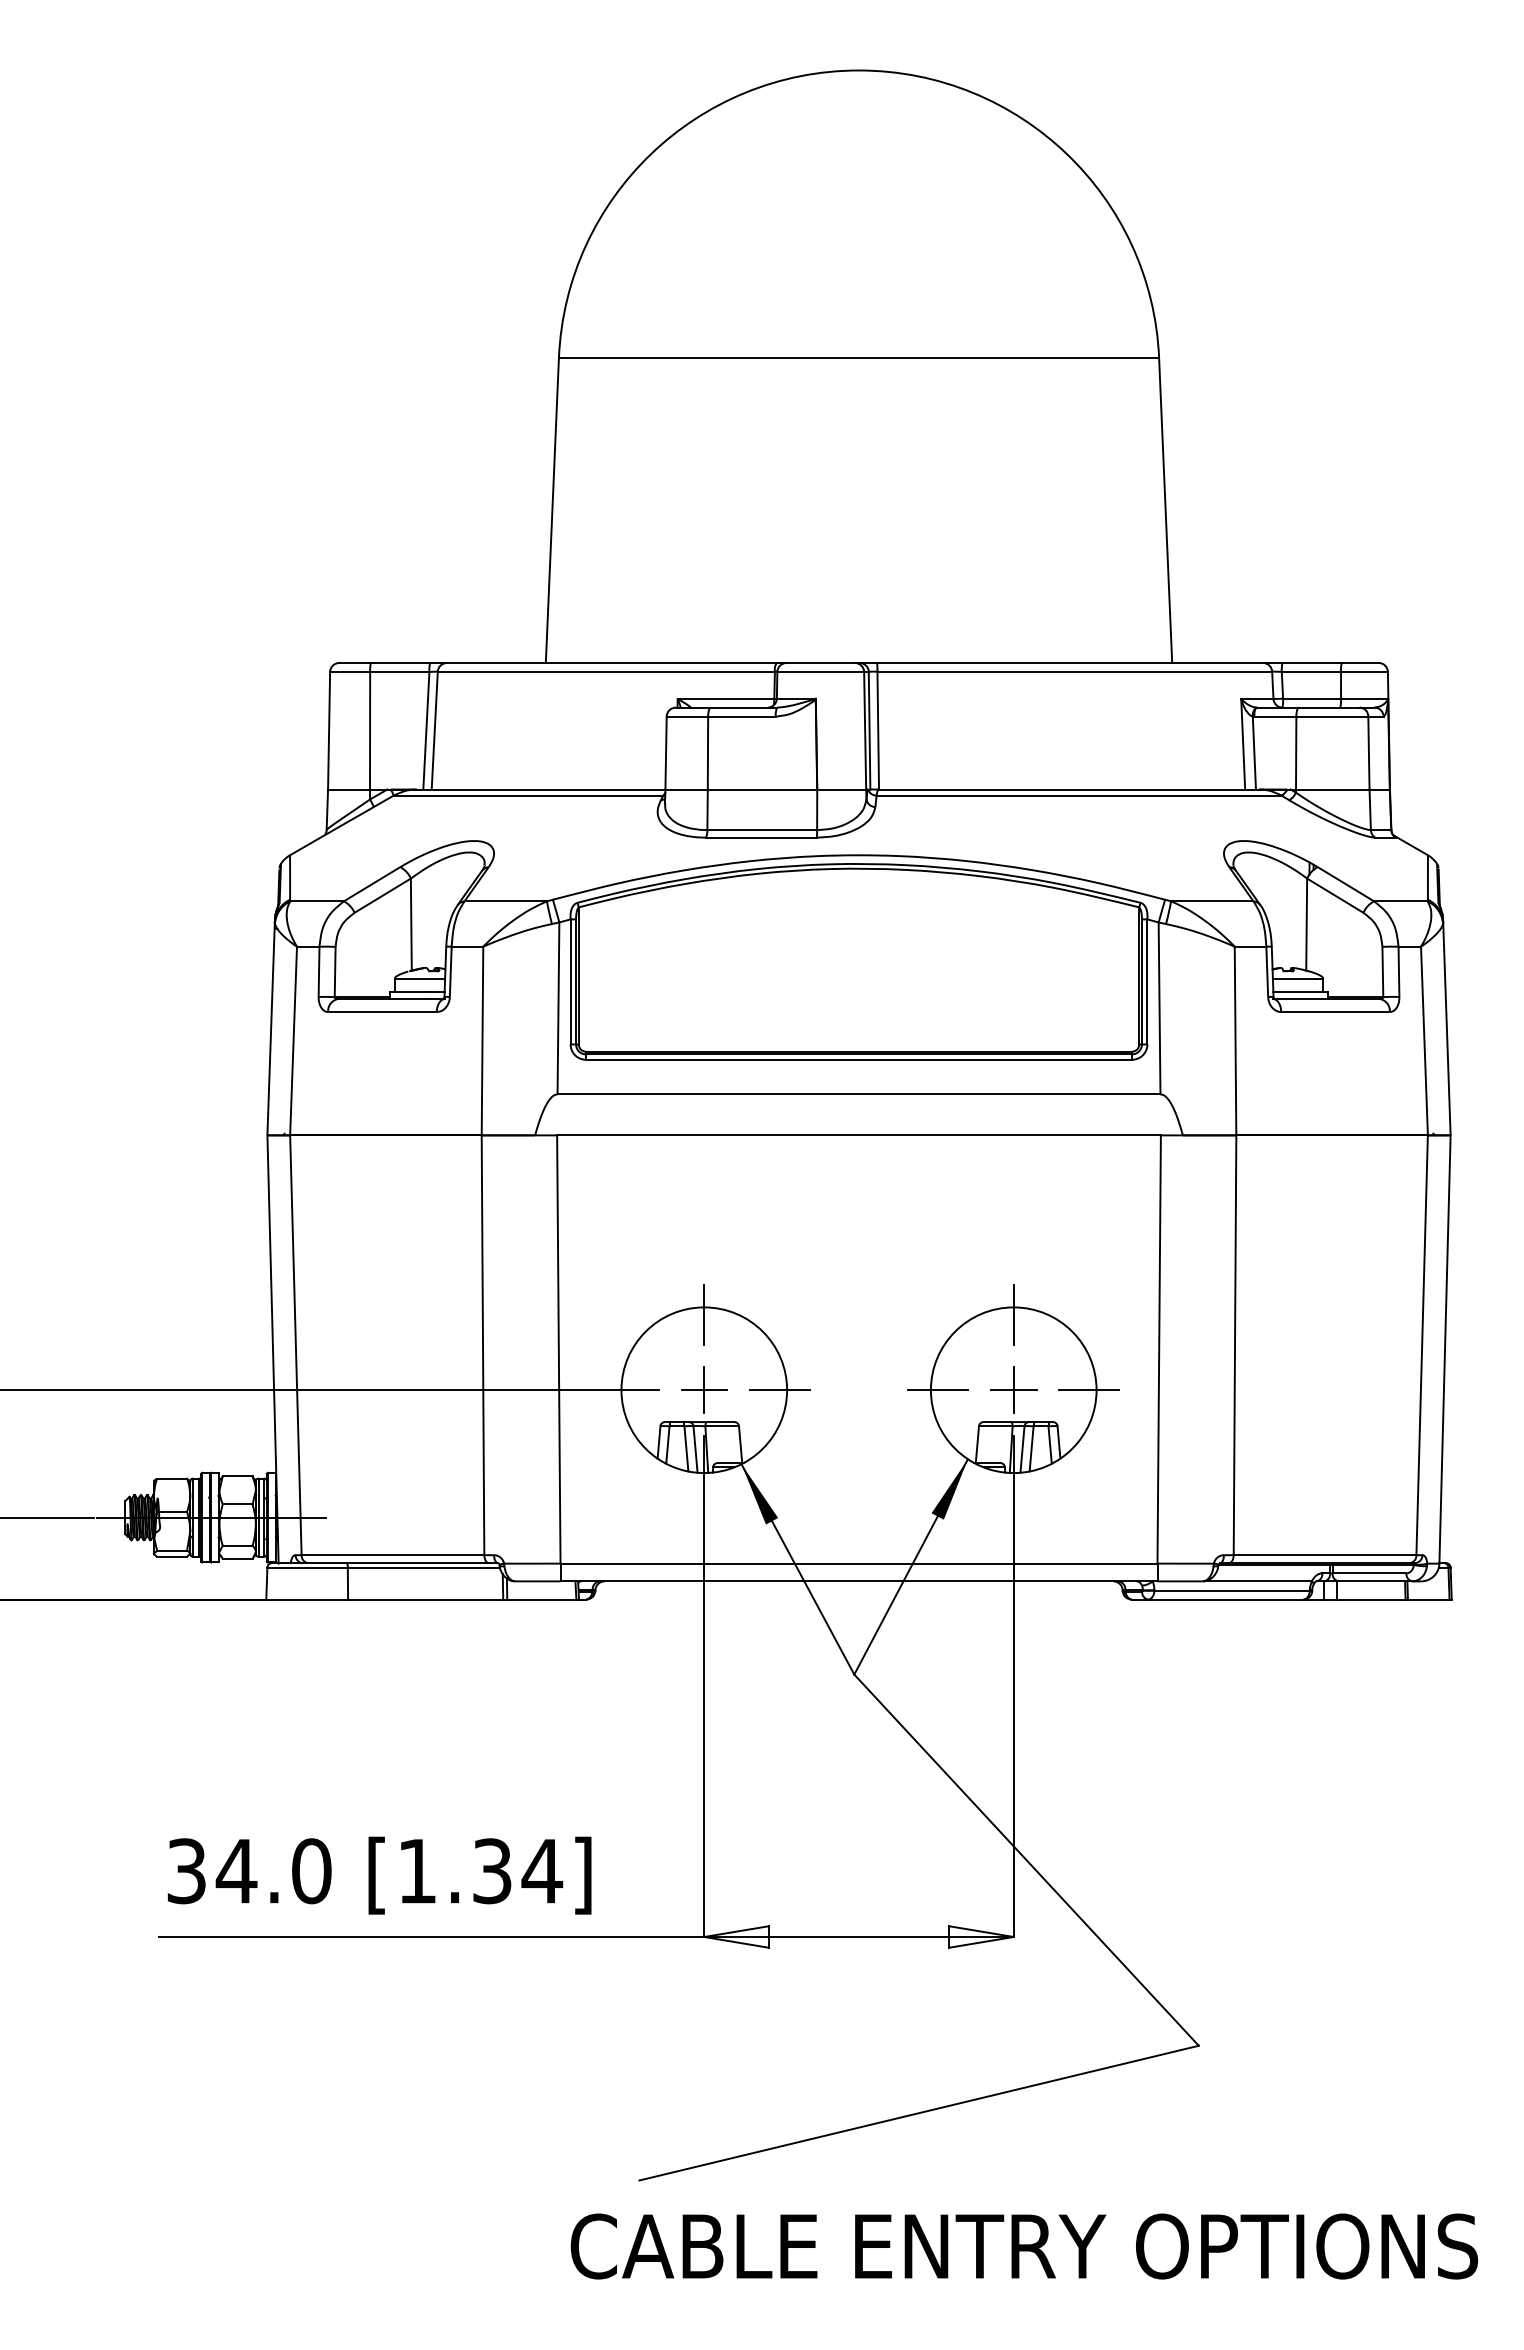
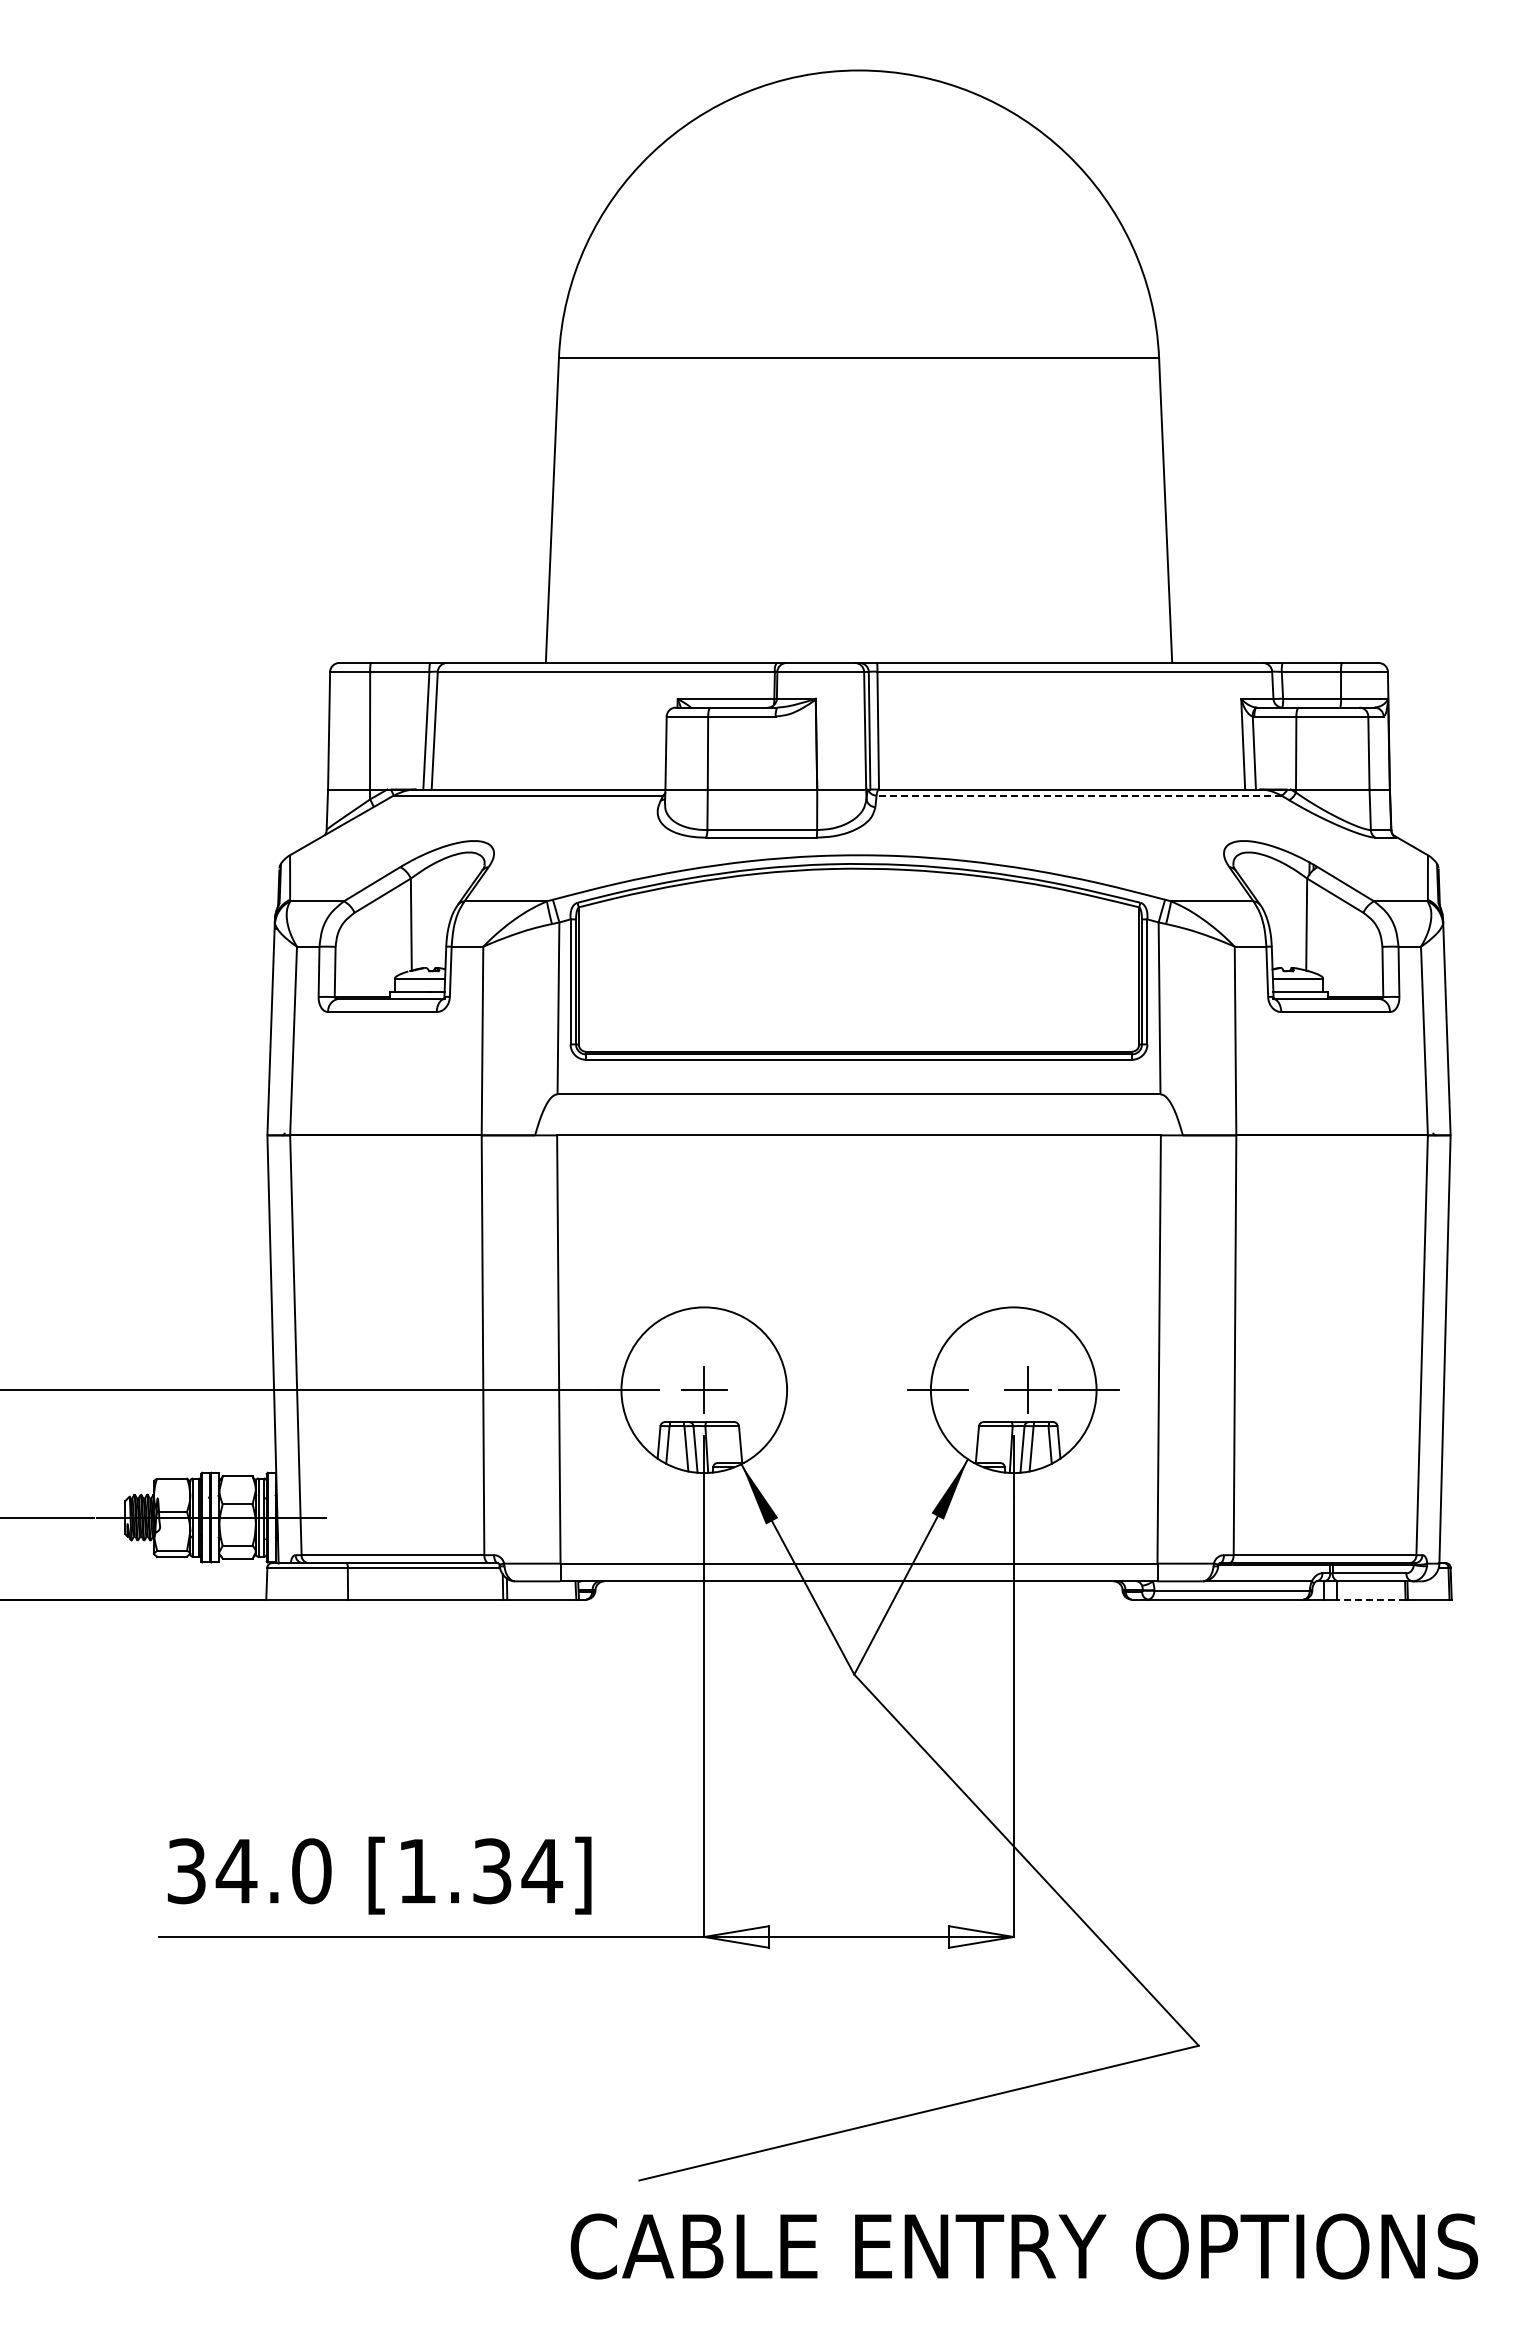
line at (1078, 795): solid -> dashed
line at (704, 1314): present -> none
line at (1013, 1314): present -> none
part at (1013, 1389) position: (1013, 1389) -> (1027, 1389)
line at (779, 1390): present -> none
line at (1371, 1599): solid -> dashed
